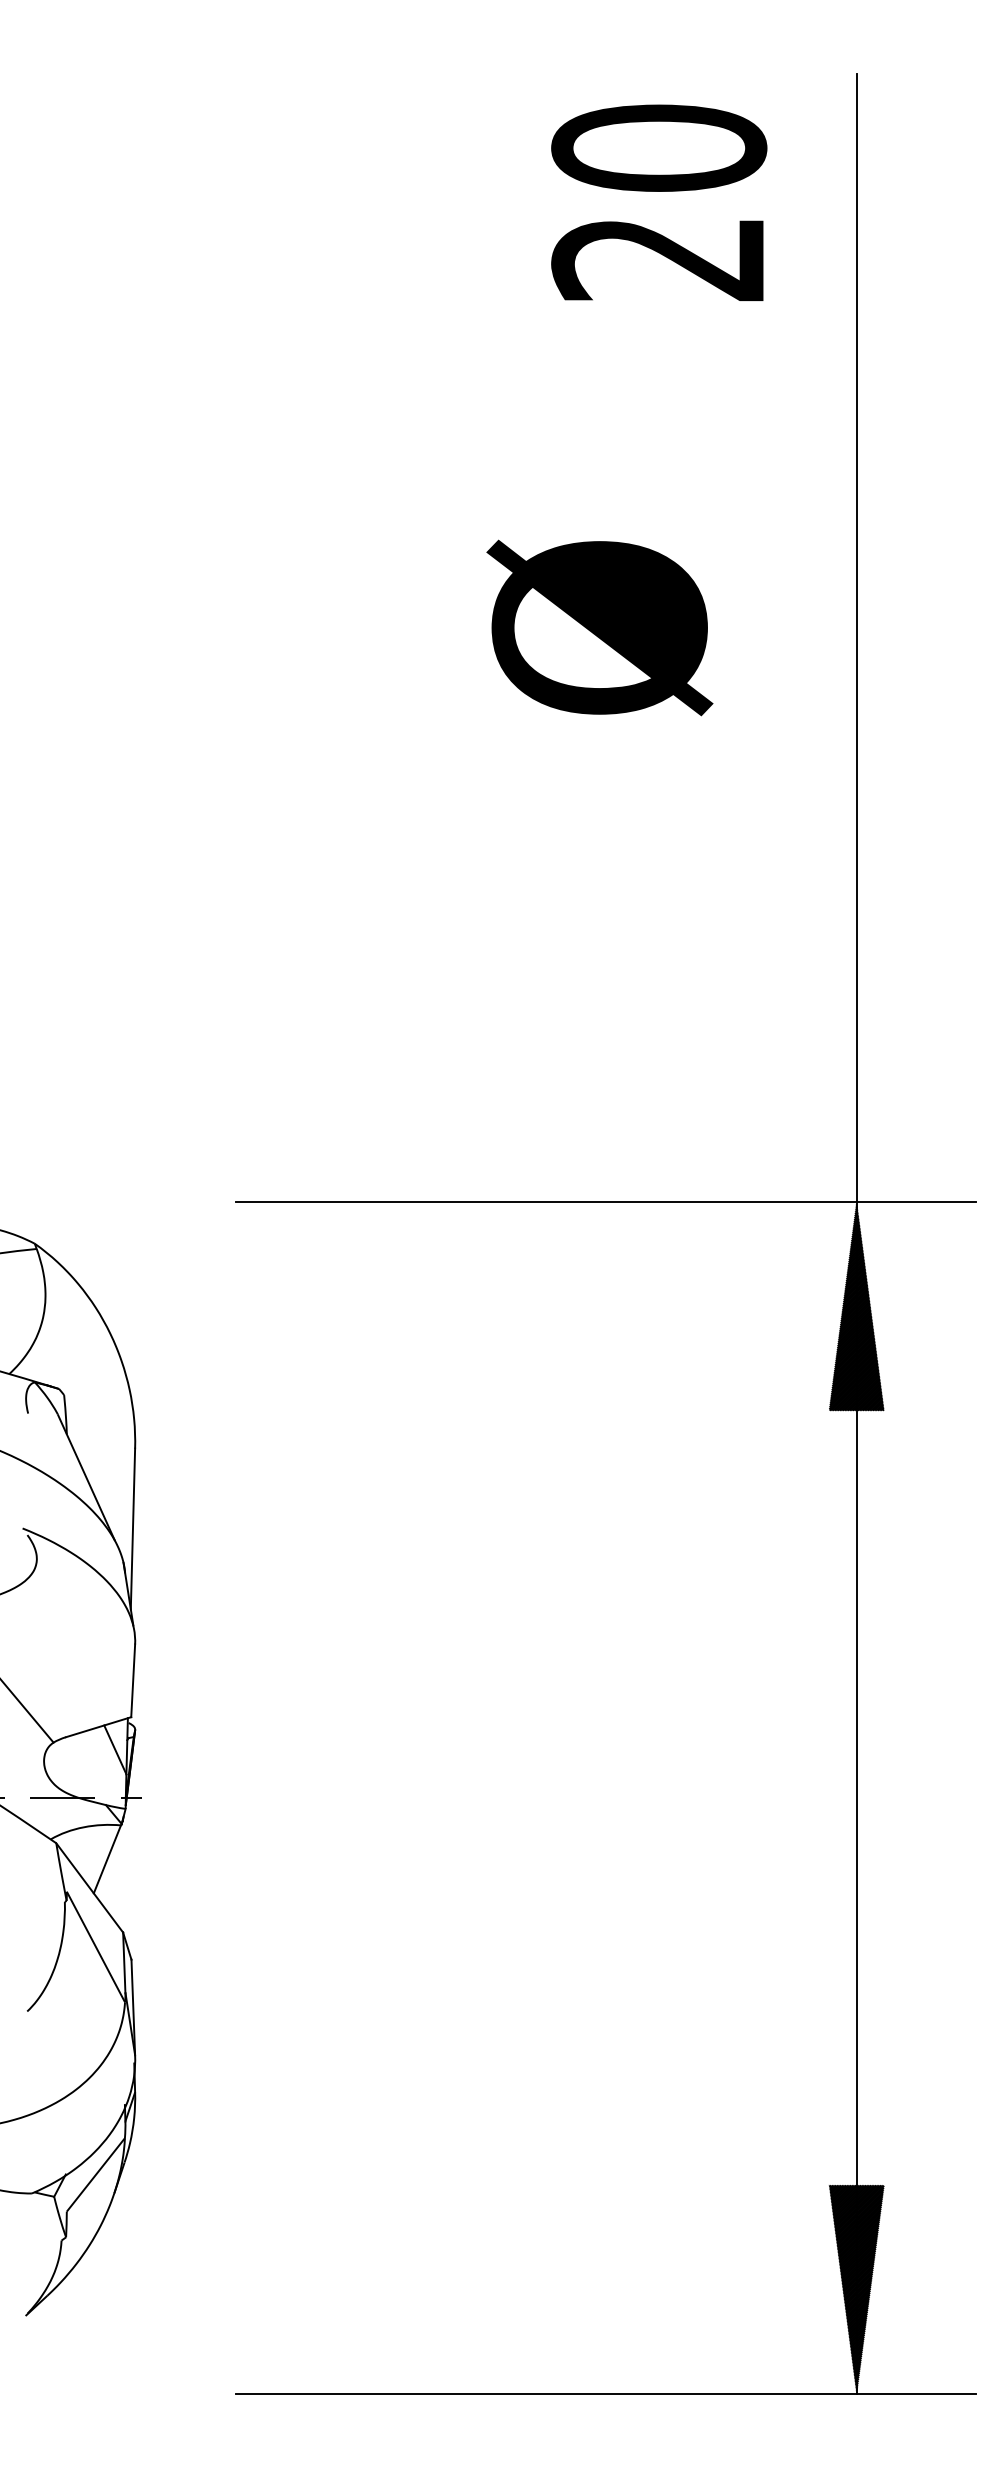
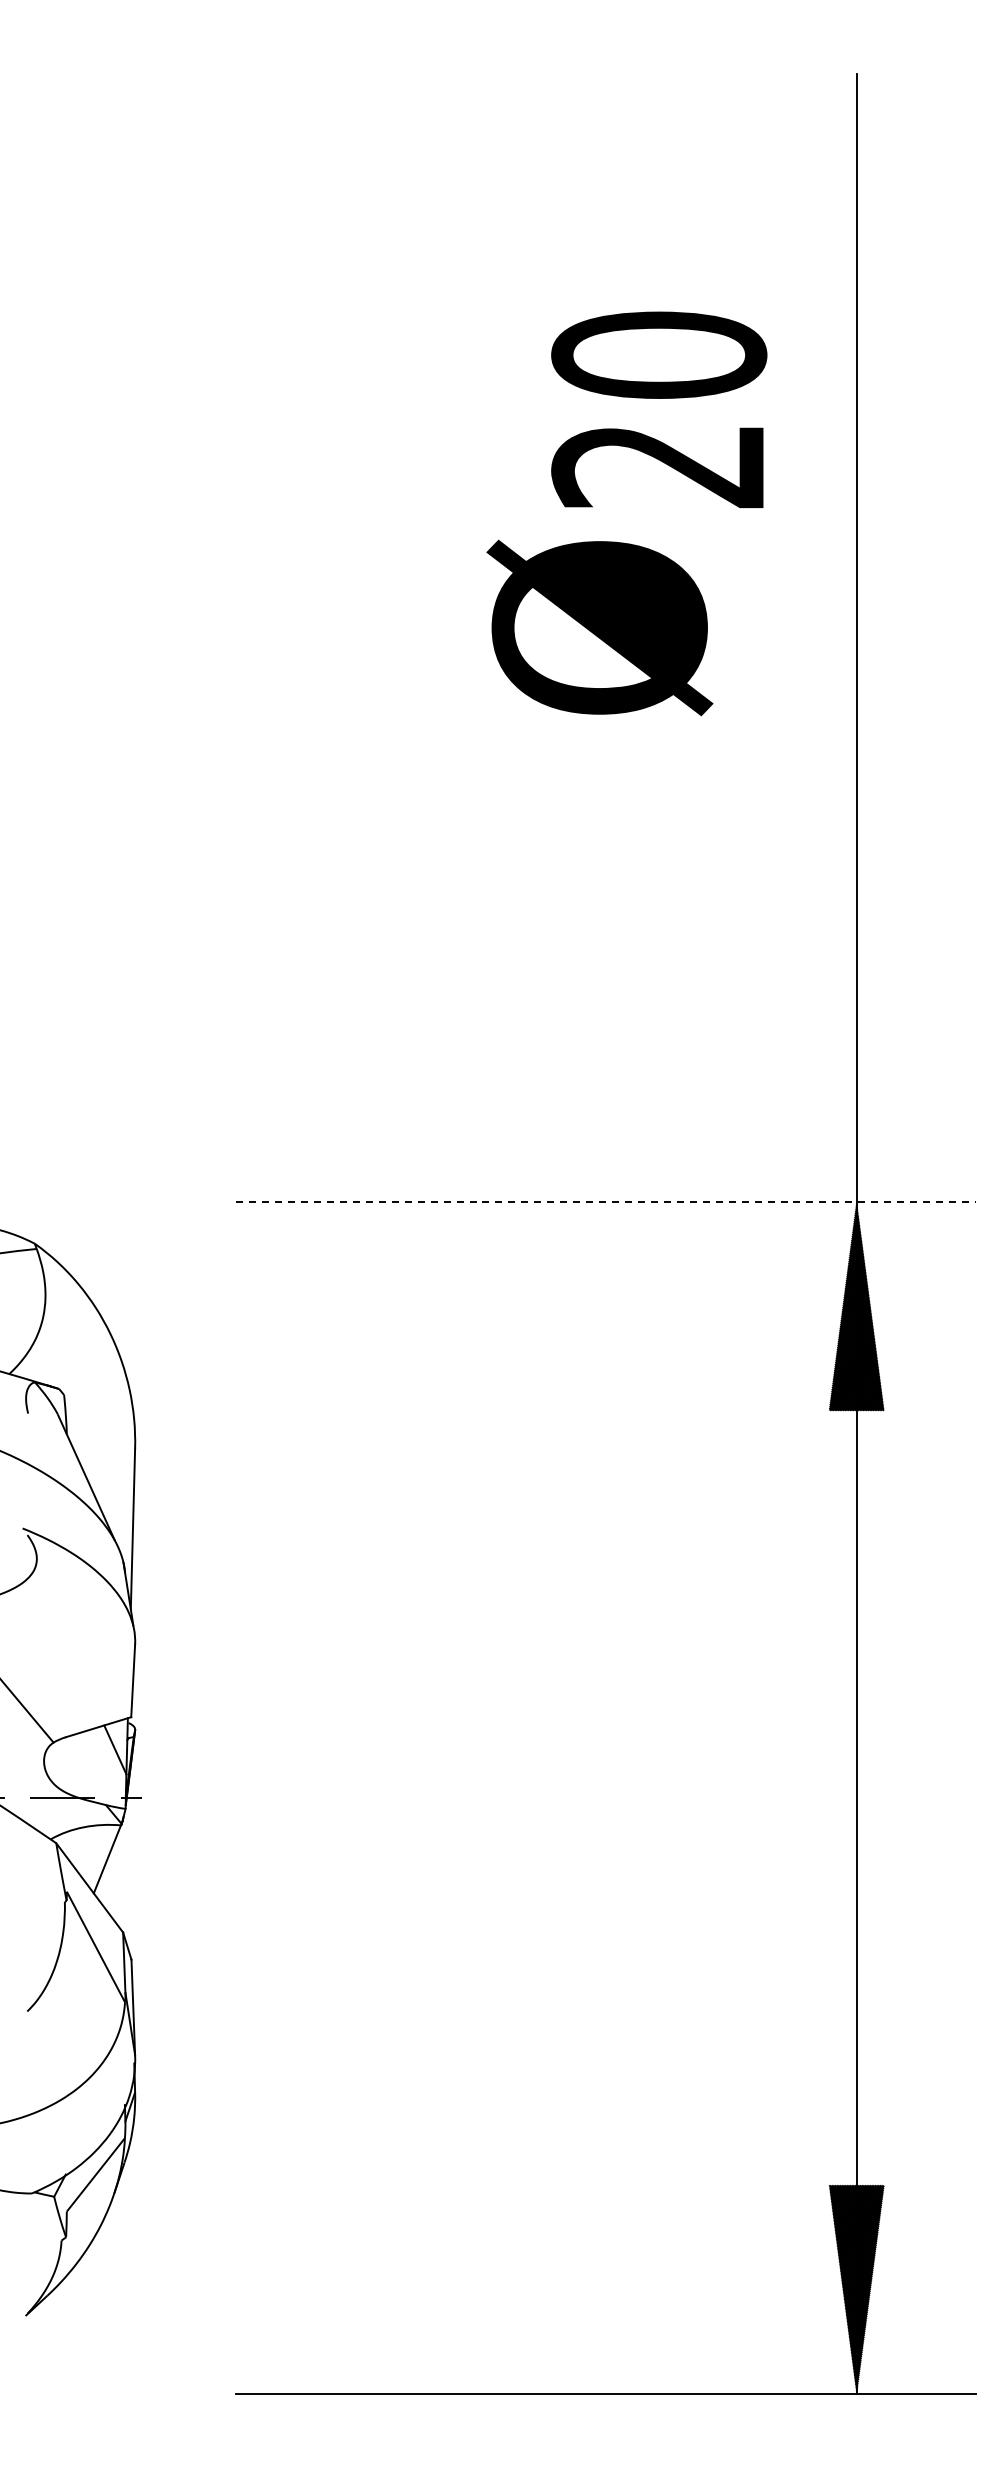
text at (659, 202) position: (659, 202) -> (659, 409)
line at (606, 1202): solid -> dashed
